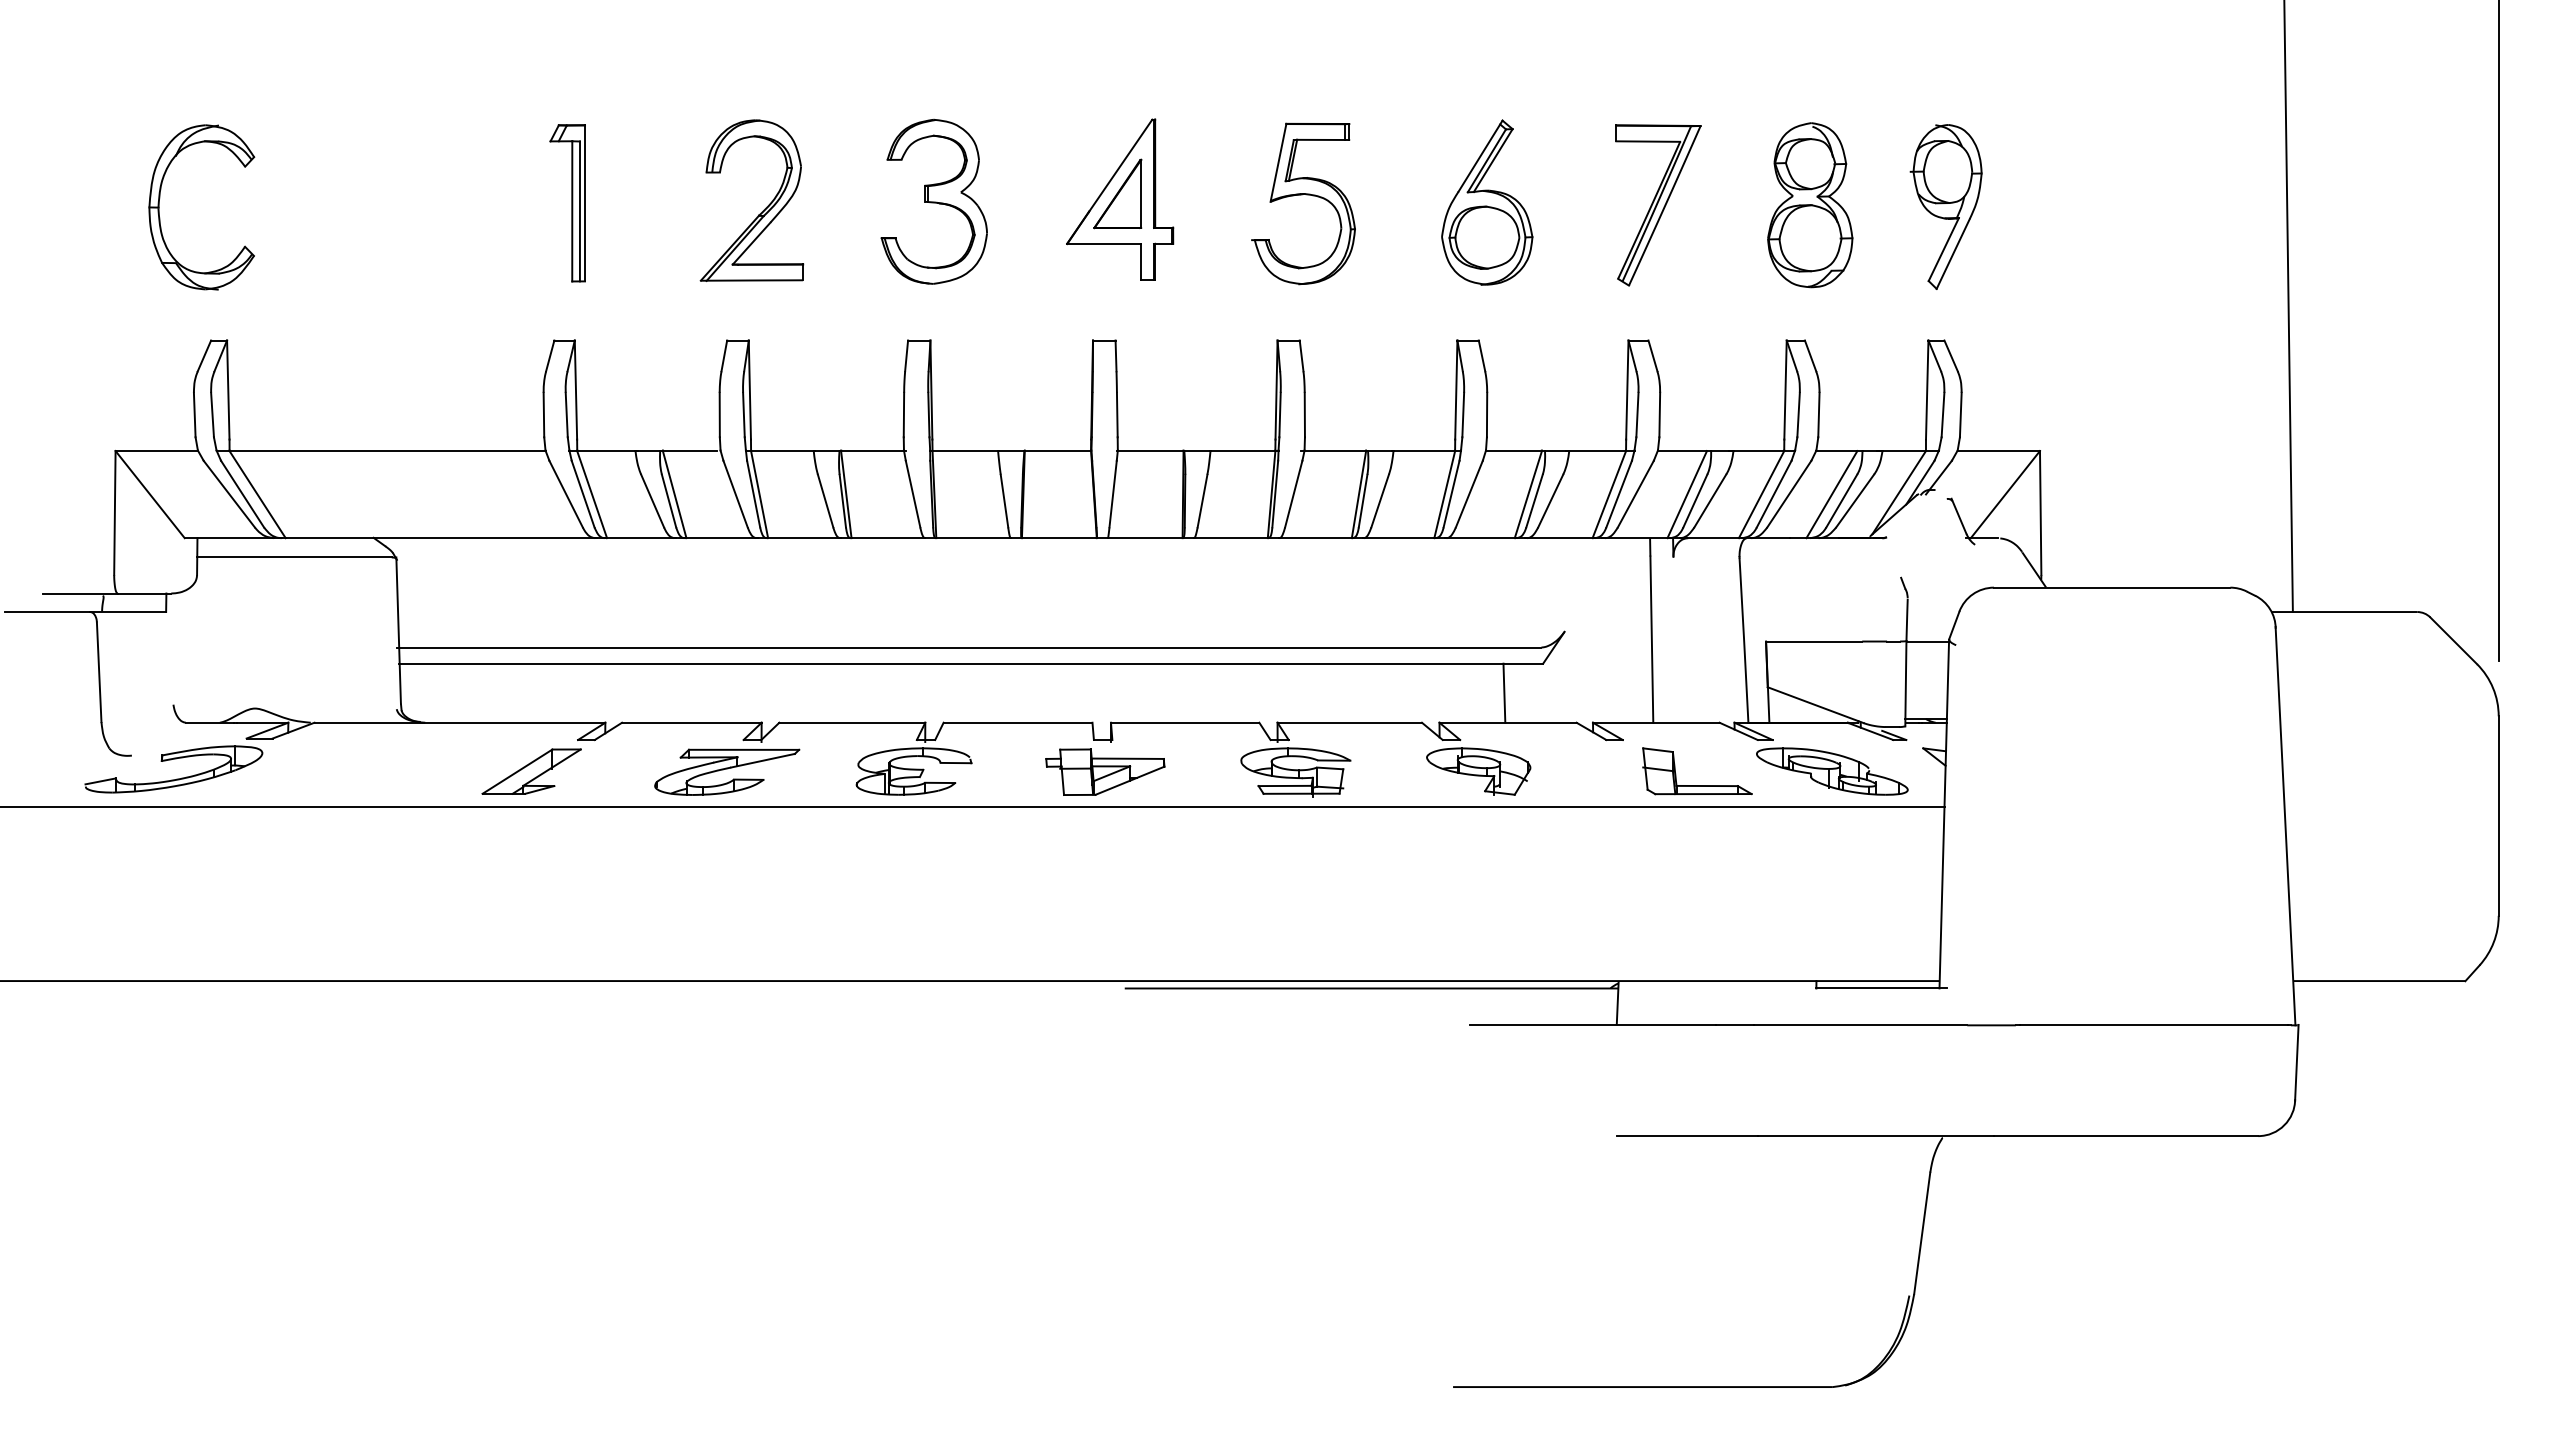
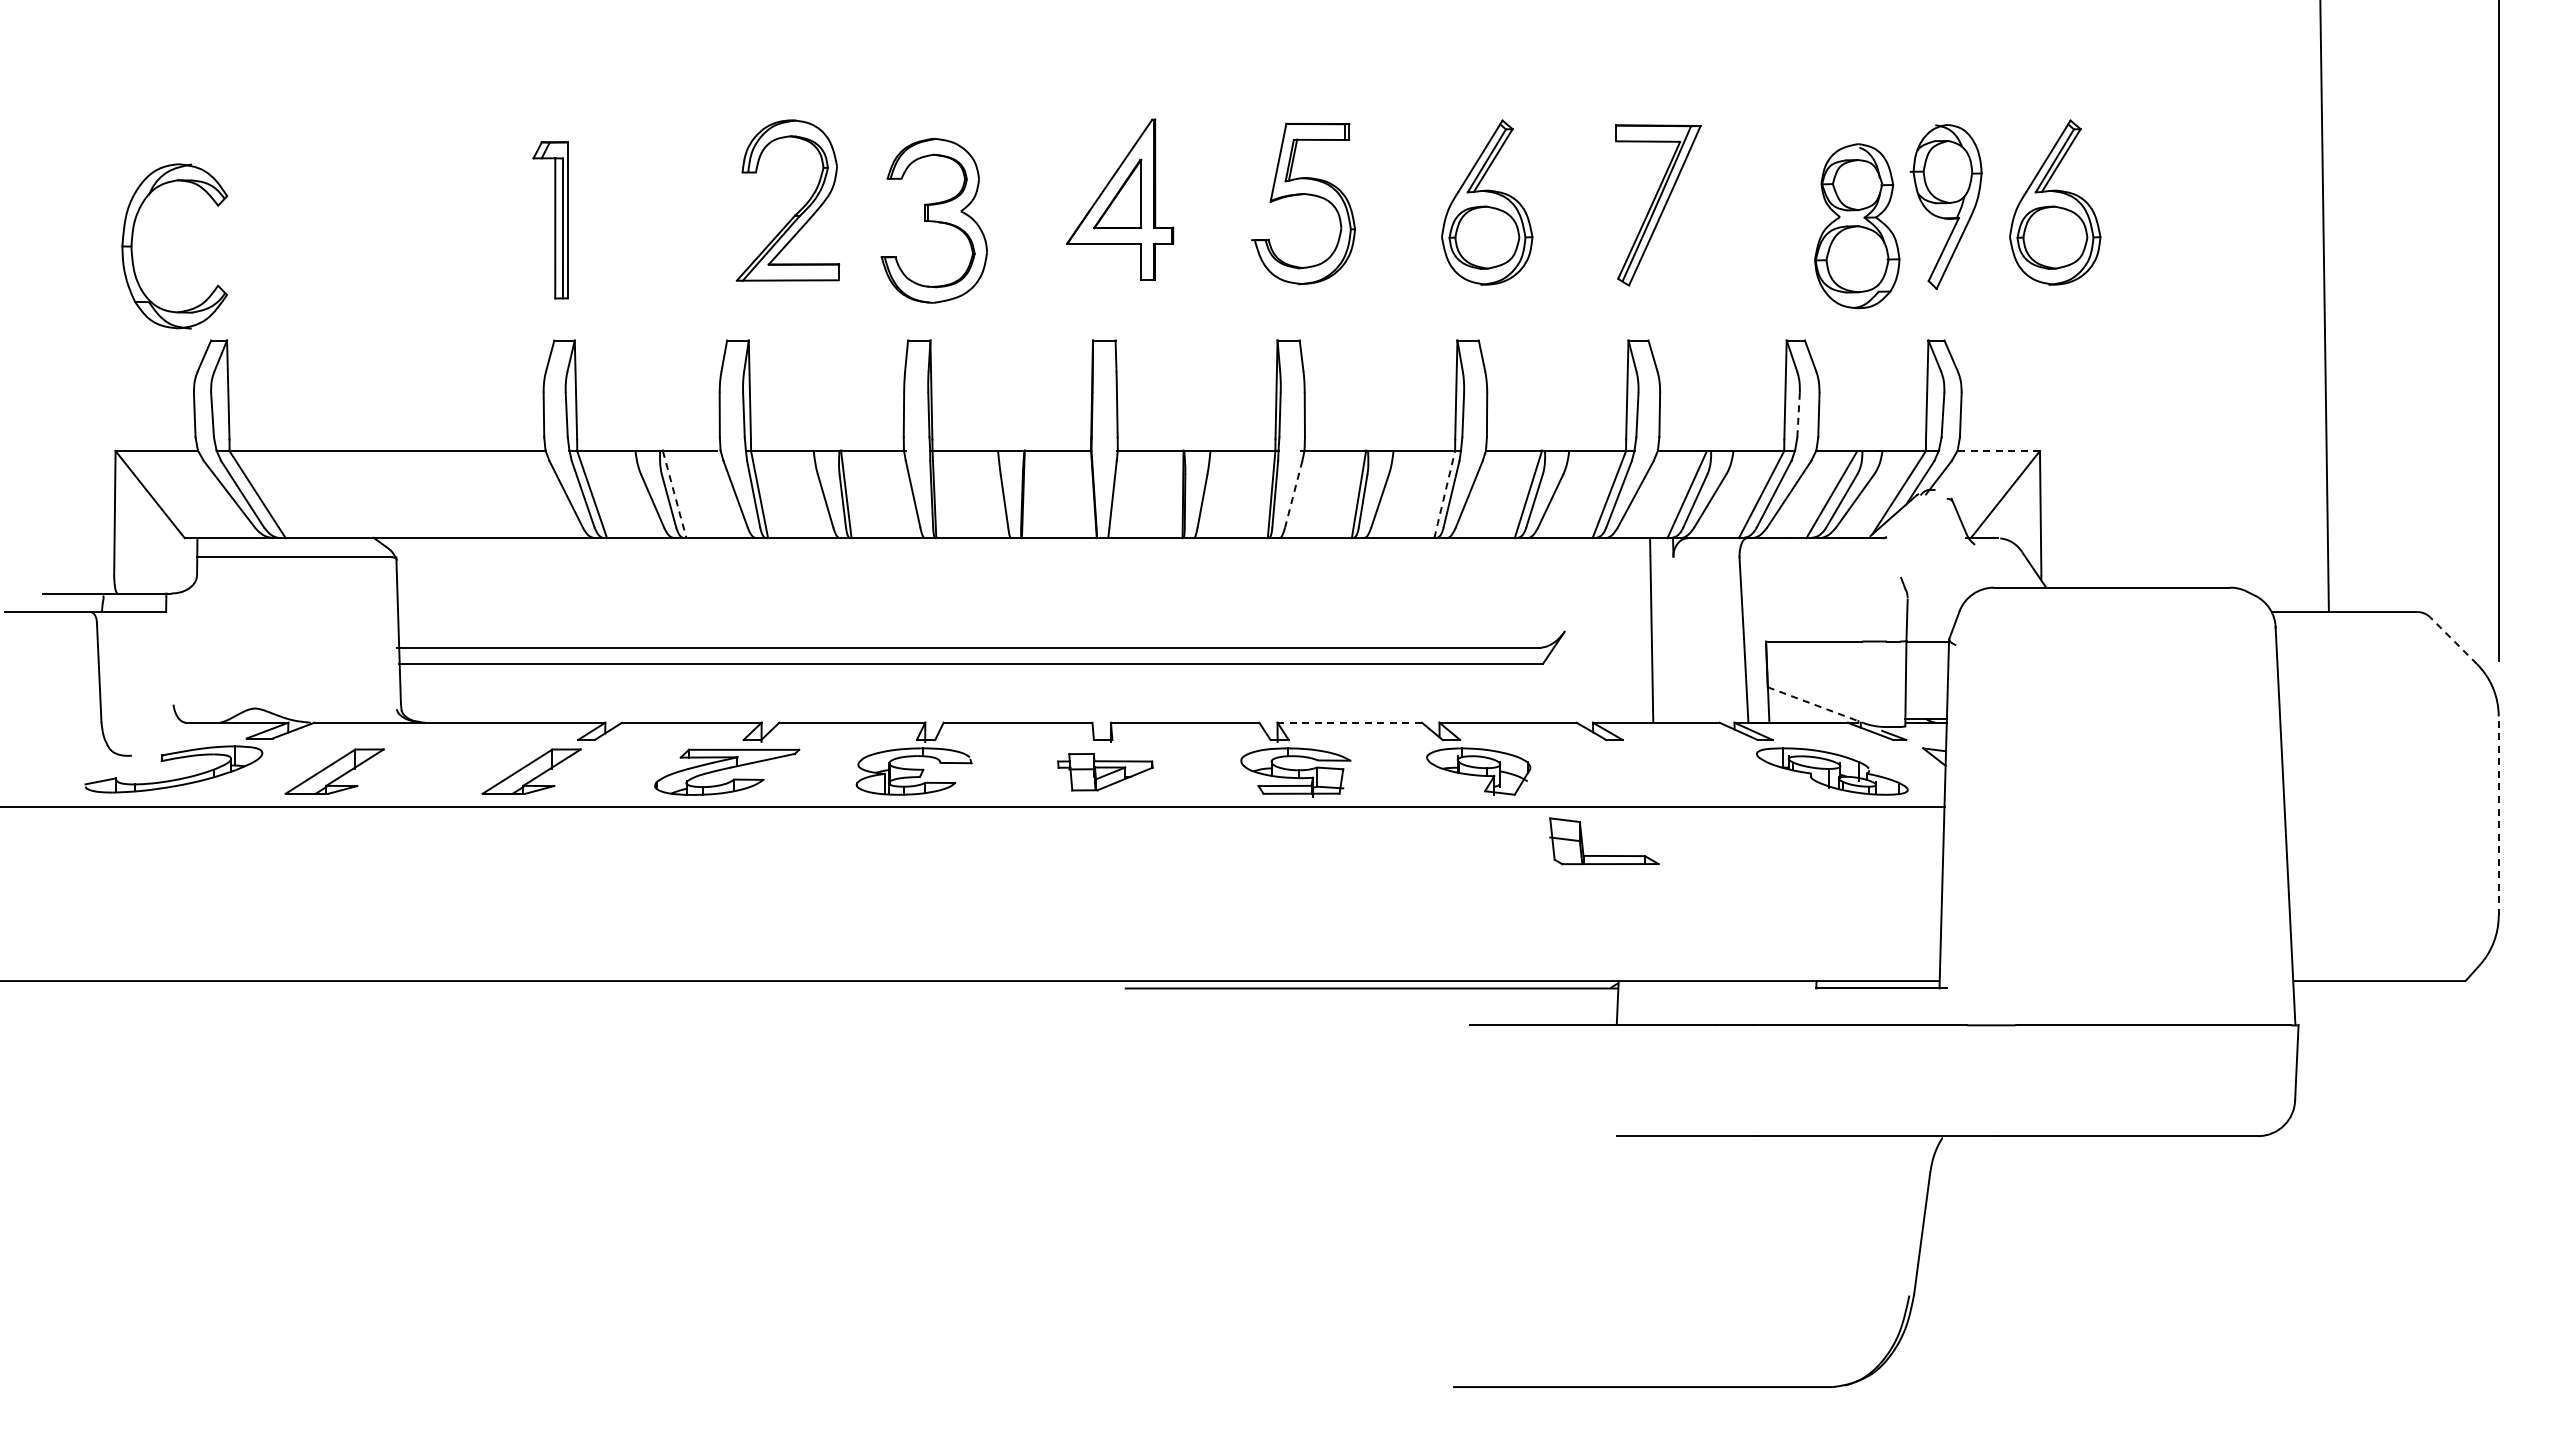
part at (160, 198) position: (160, 198) -> (133, 237)
part at (933, 201) position: (933, 201) -> (933, 220)
part at (2055, 202): none -> present
part at (567, 203) position: (567, 203) -> (550, 220)
part at (1810, 205) position: (1810, 205) -> (1857, 226)
part at (763, 209) position: (763, 209) -> (799, 209)
line at (2288, 307) position: (2288, 307) -> (2324, 306)
line at (1798, 414): solid -> dashed
line at (1999, 451): solid -> dashed
line at (1293, 494): solid -> dashed
line at (1444, 494): solid -> dashed
line at (674, 495): solid -> dashed
line at (2453, 640): solid -> dashed
line at (1504, 692): present -> none
line at (1816, 705): solid -> dashed
line at (1349, 722): solid -> dashed
part at (334, 771): none -> present
part at (1105, 771) size: 121x48 px -> 97x39 px
part at (1697, 785) position: (1697, 785) -> (1604, 855)
line at (2498, 816): solid -> dashed
